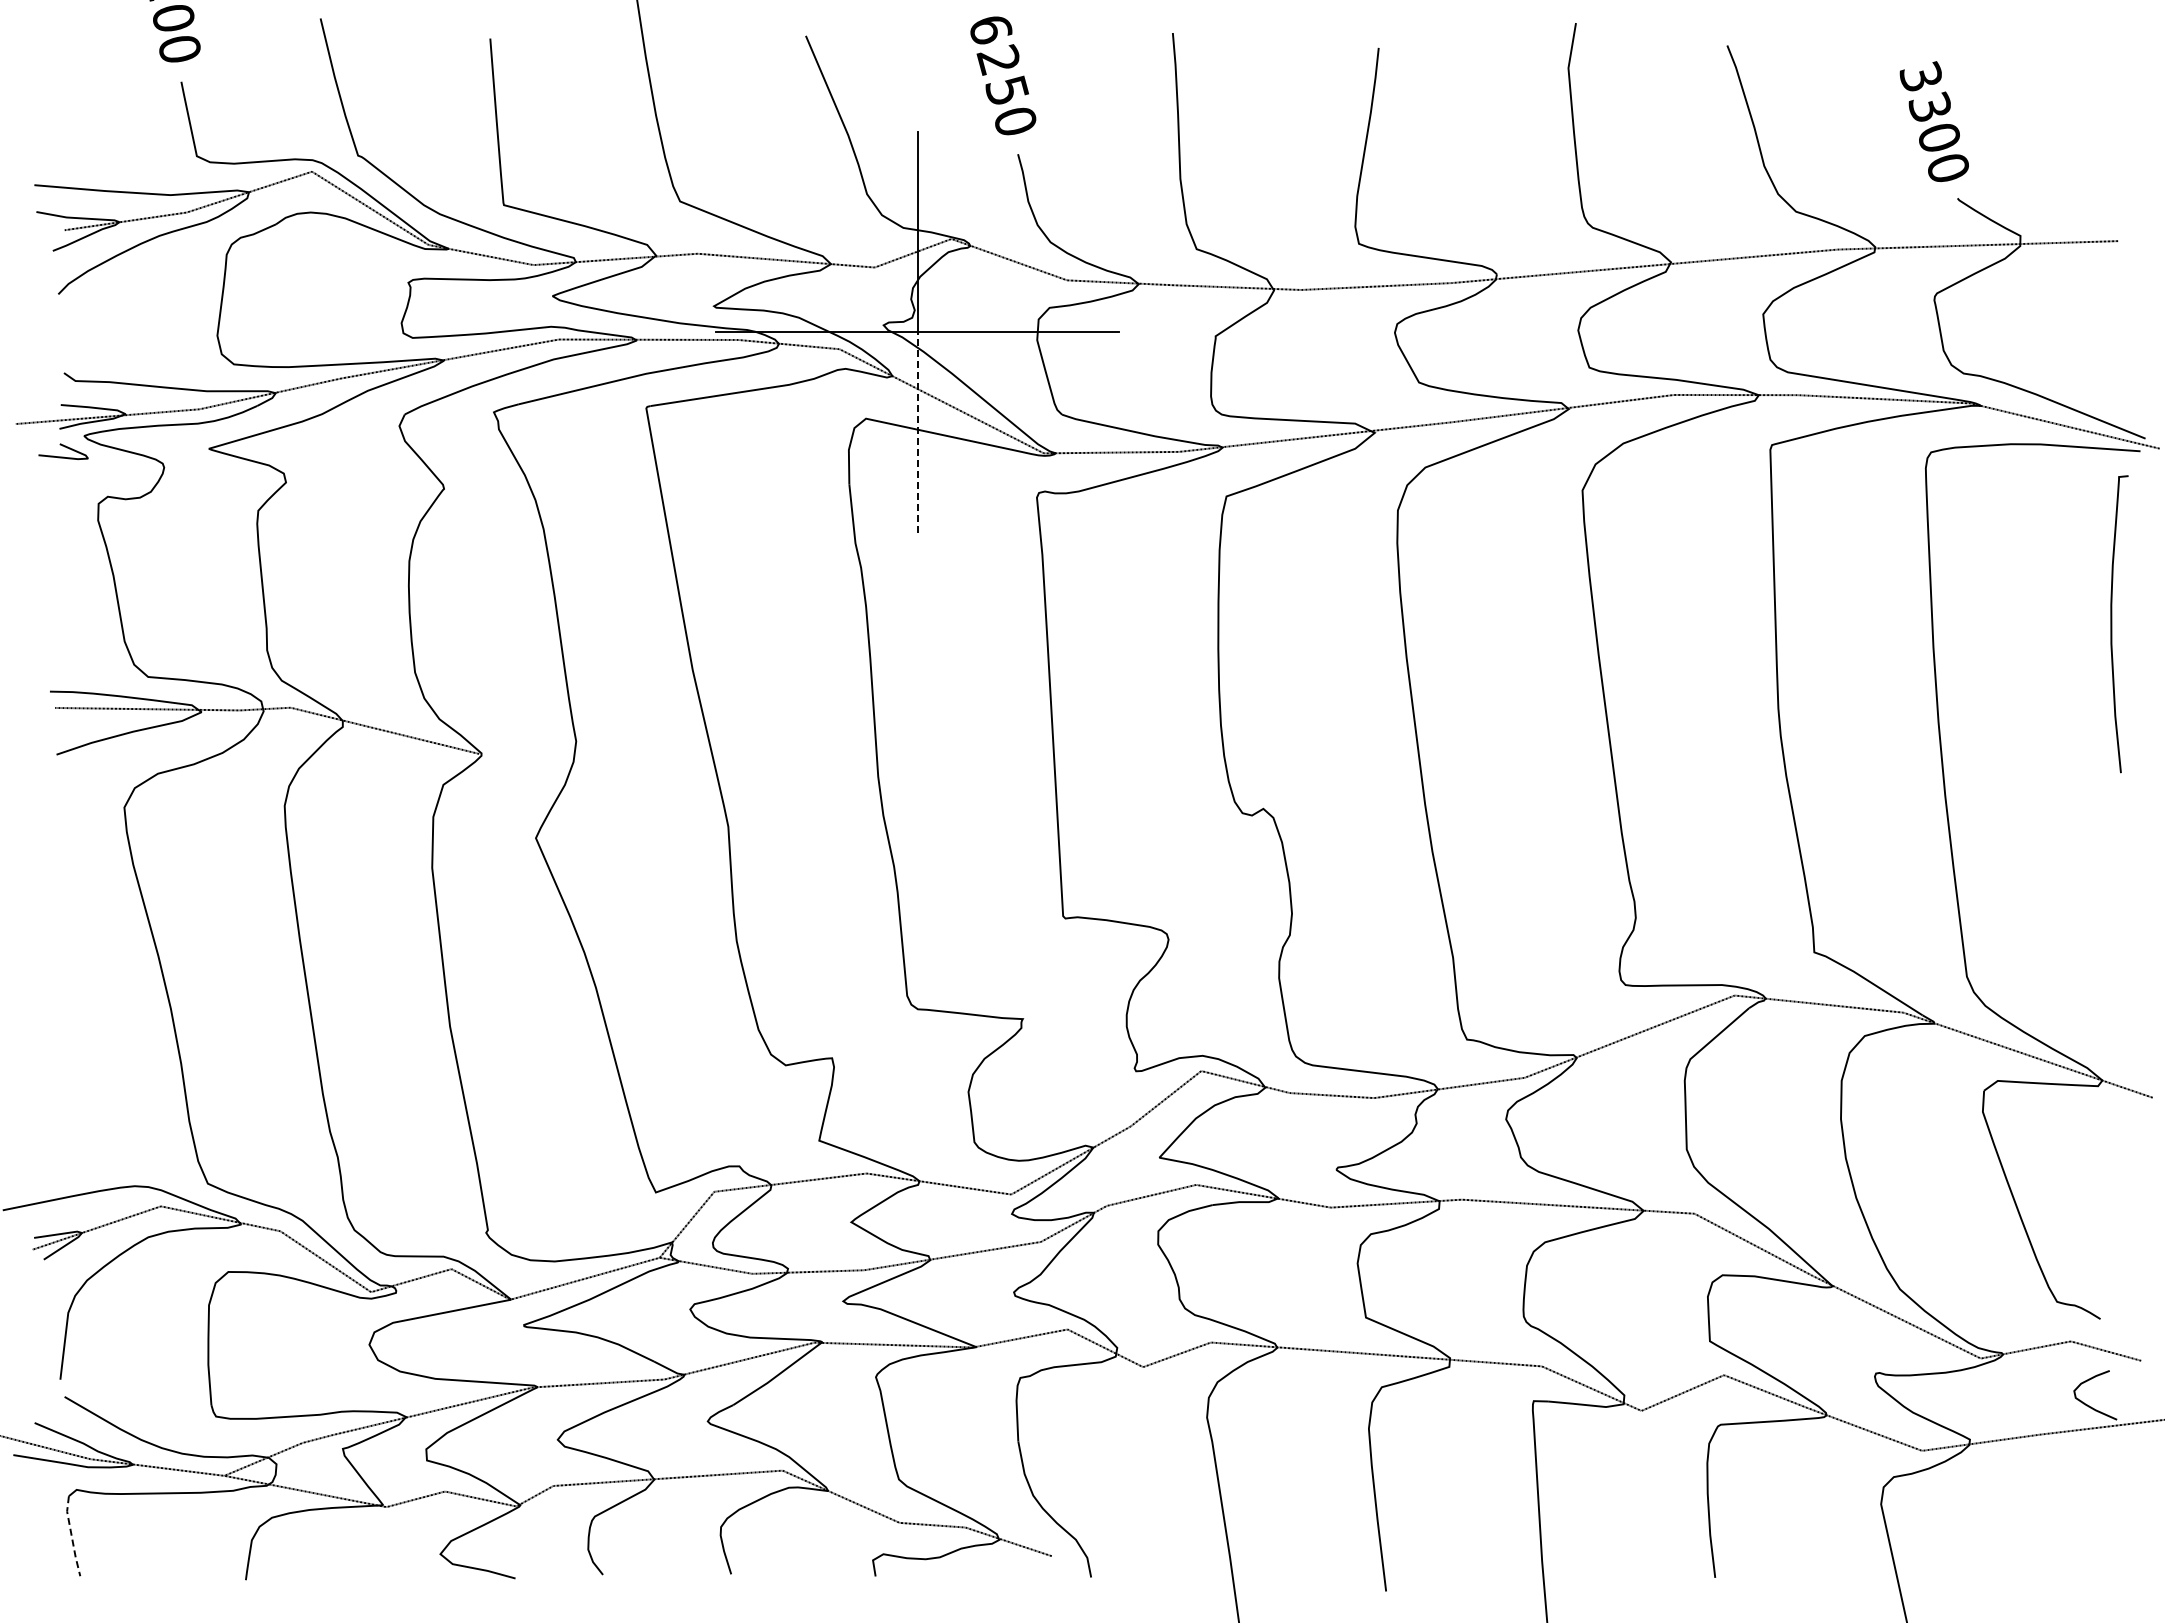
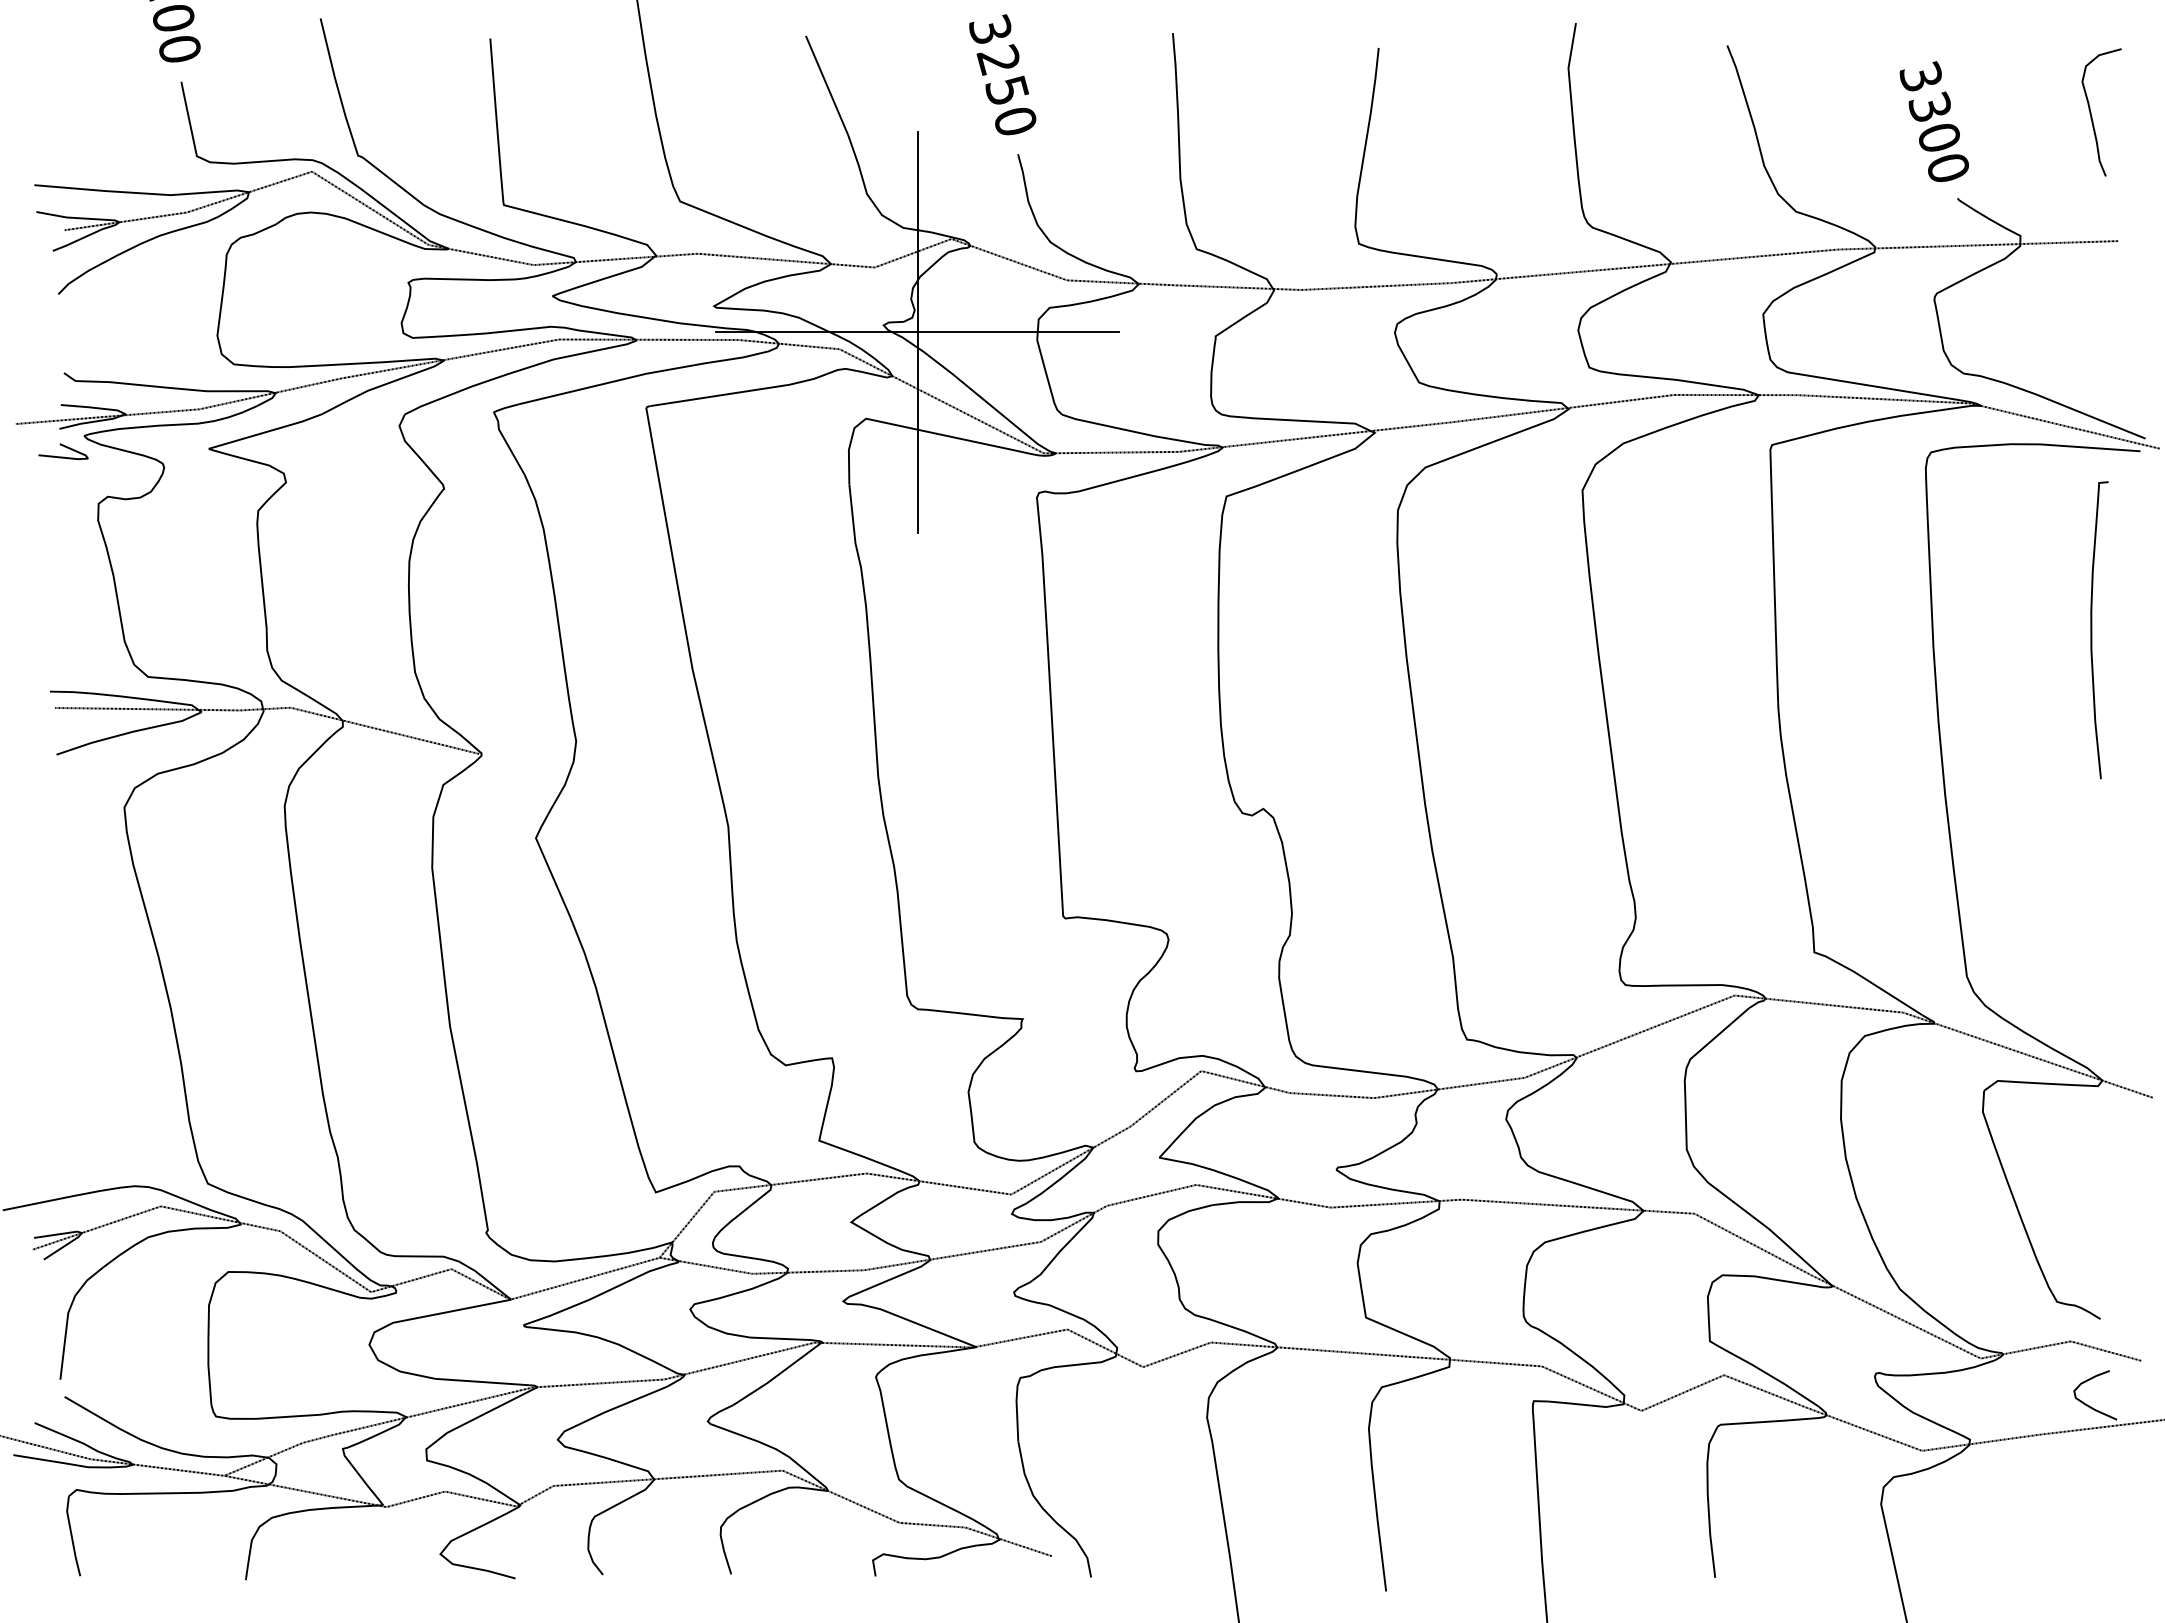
text at (990, 29): 6250 -> 3250
curve at (2092, 116): none -> present
line at (917, 432): dashed -> solid
curve at (2112, 624) position: (2112, 624) -> (2092, 630)
line at (71, 1536): dashed -> solid
